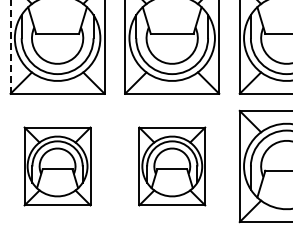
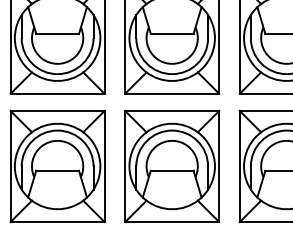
line at (10, 47): dashed -> solid
part at (57, 166) size: 69x81 px -> 97x115 px
part at (172, 166) size: 69x81 px -> 97x115 px
